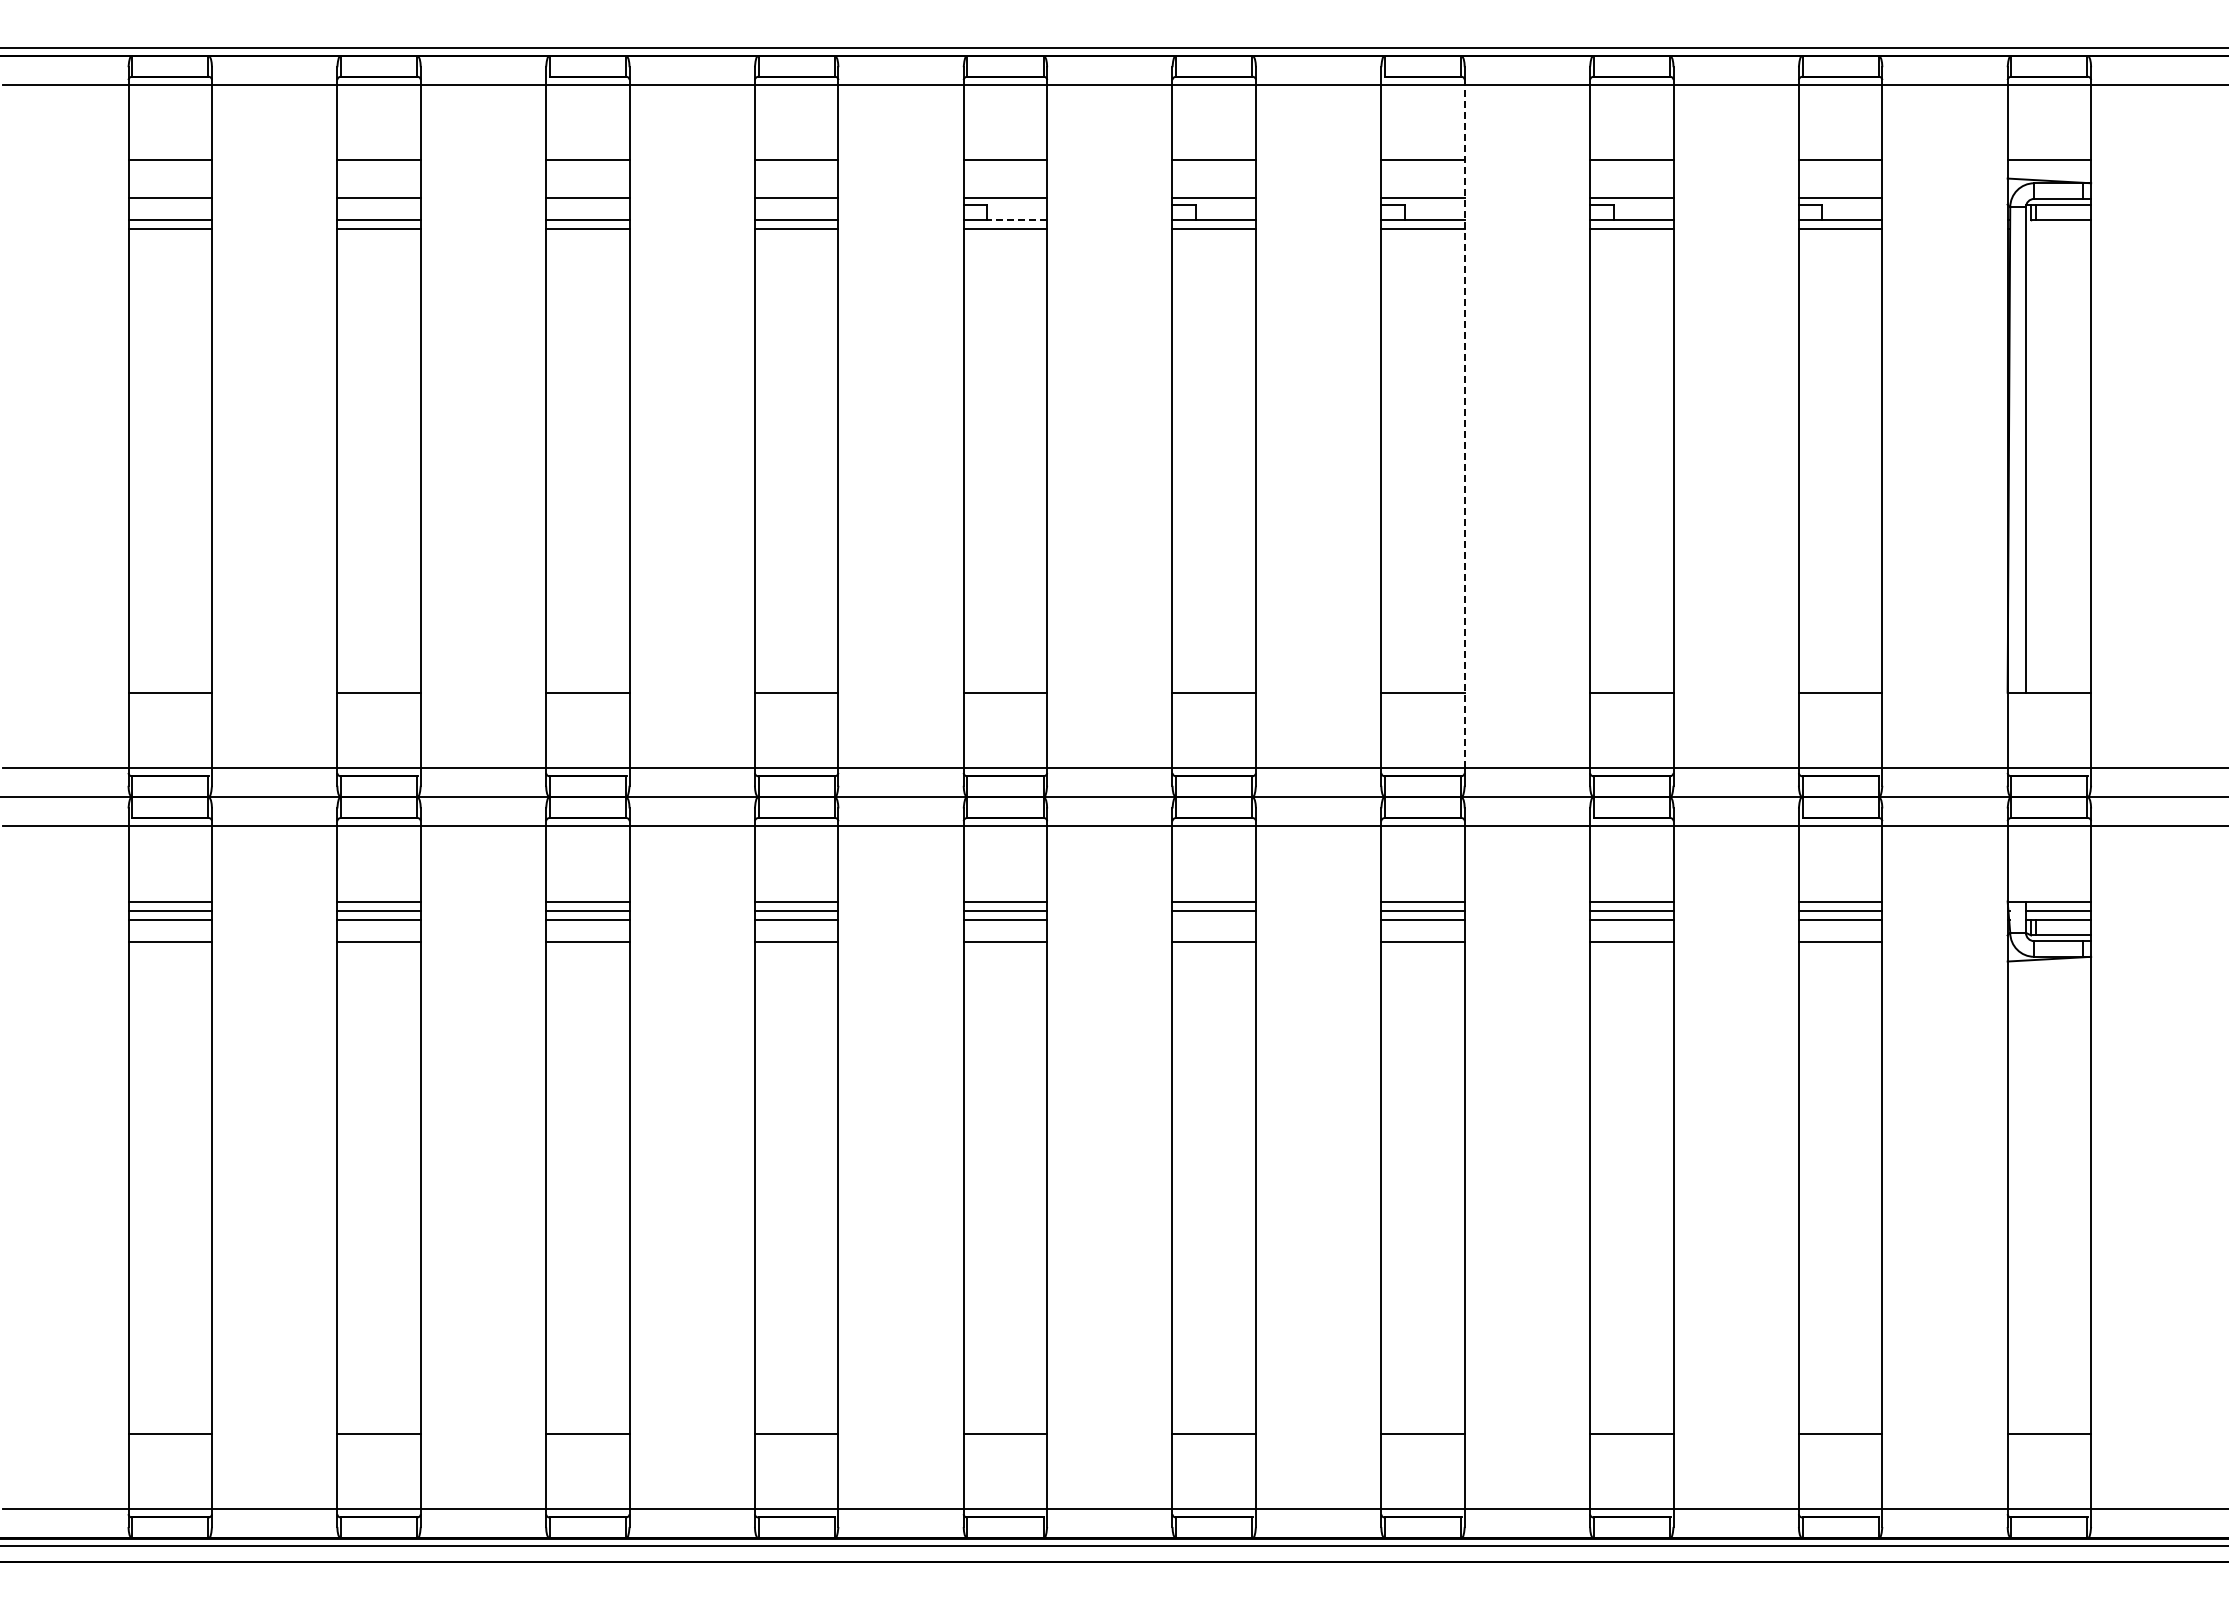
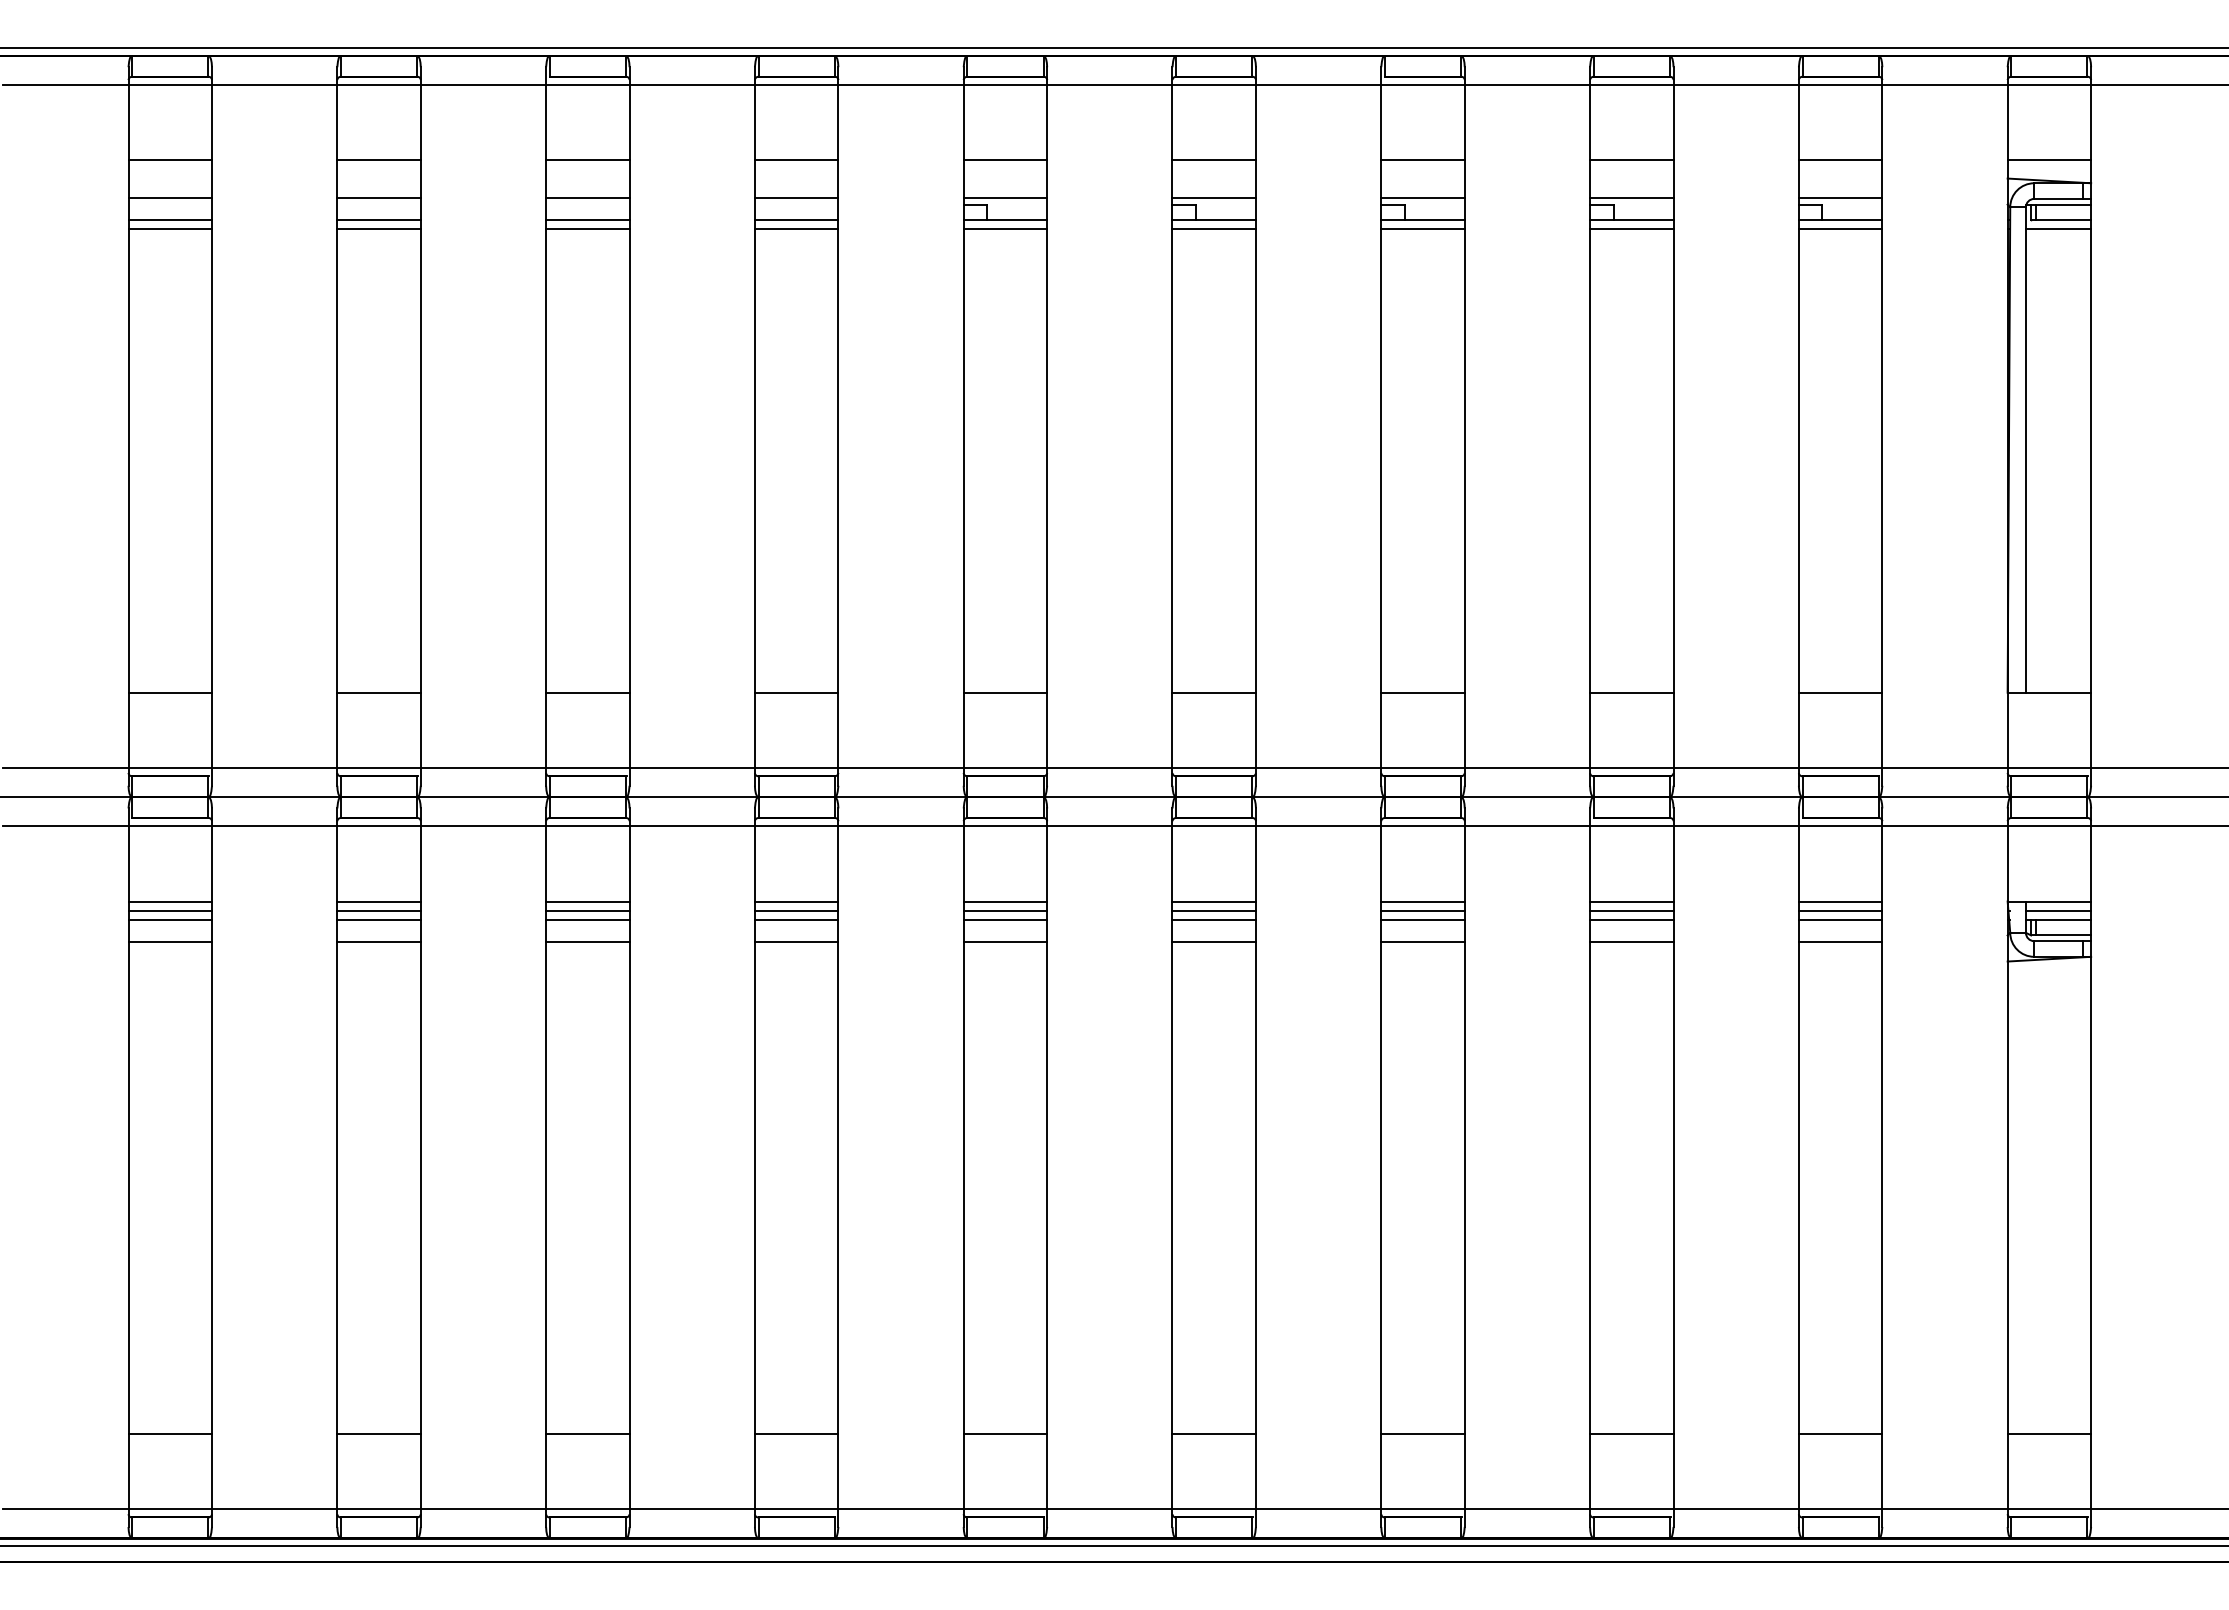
line at (1016, 220): dashed -> solid
line at (2058, 228): none -> present
line at (1464, 426): dashed -> solid
line at (1213, 919): none -> present
